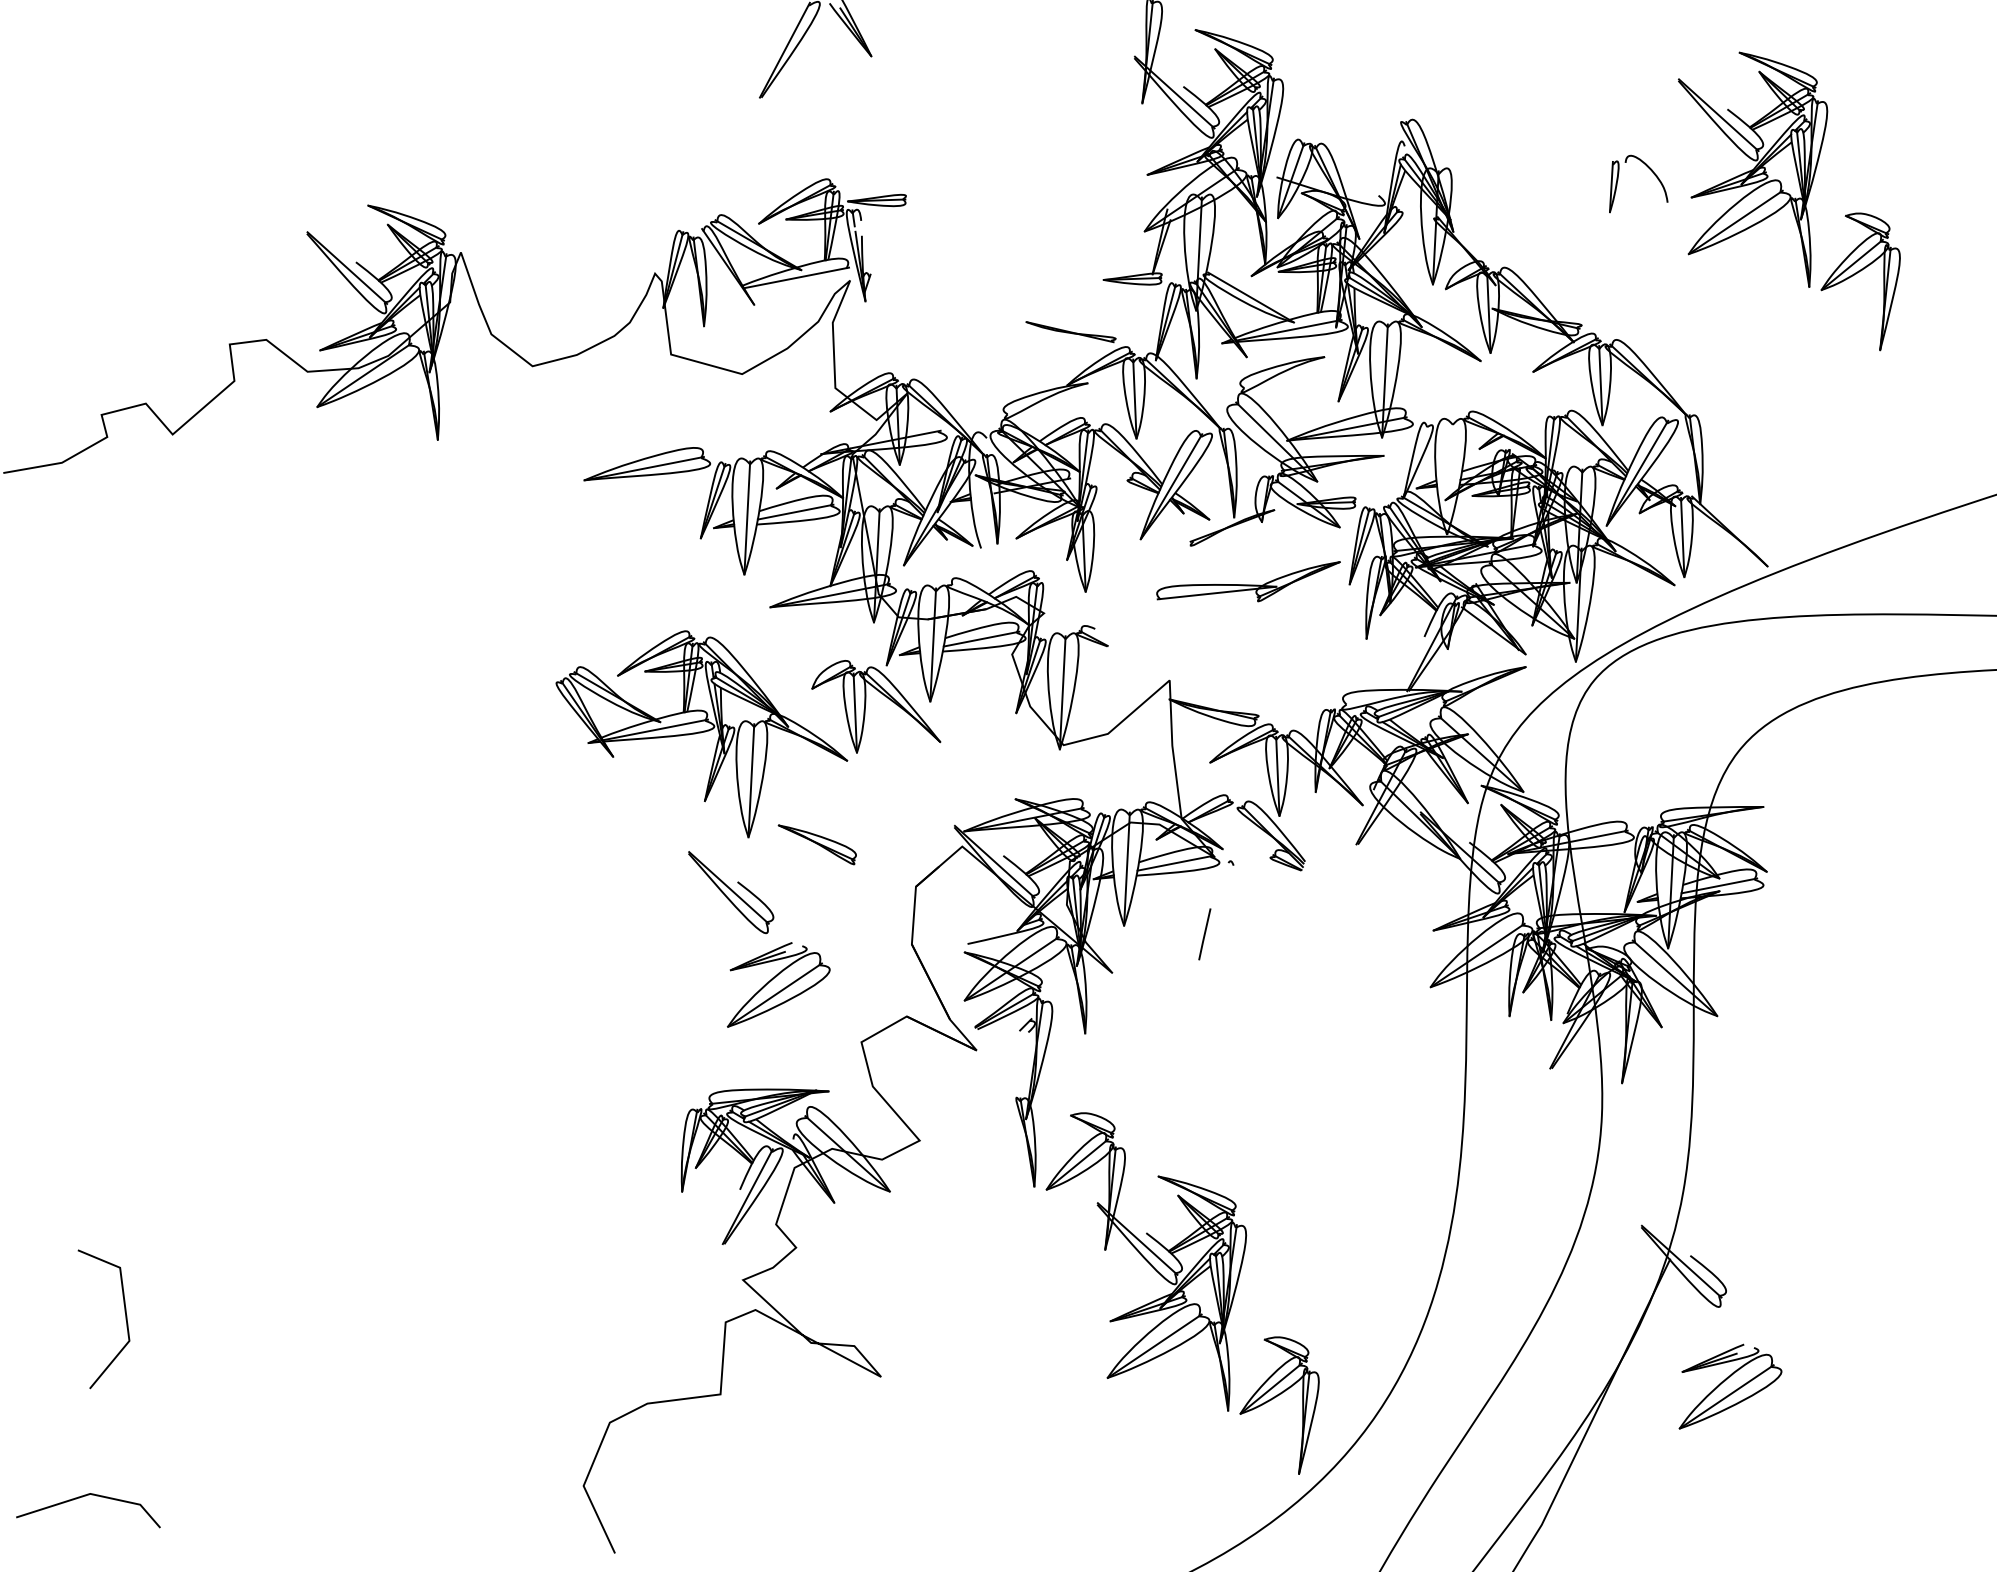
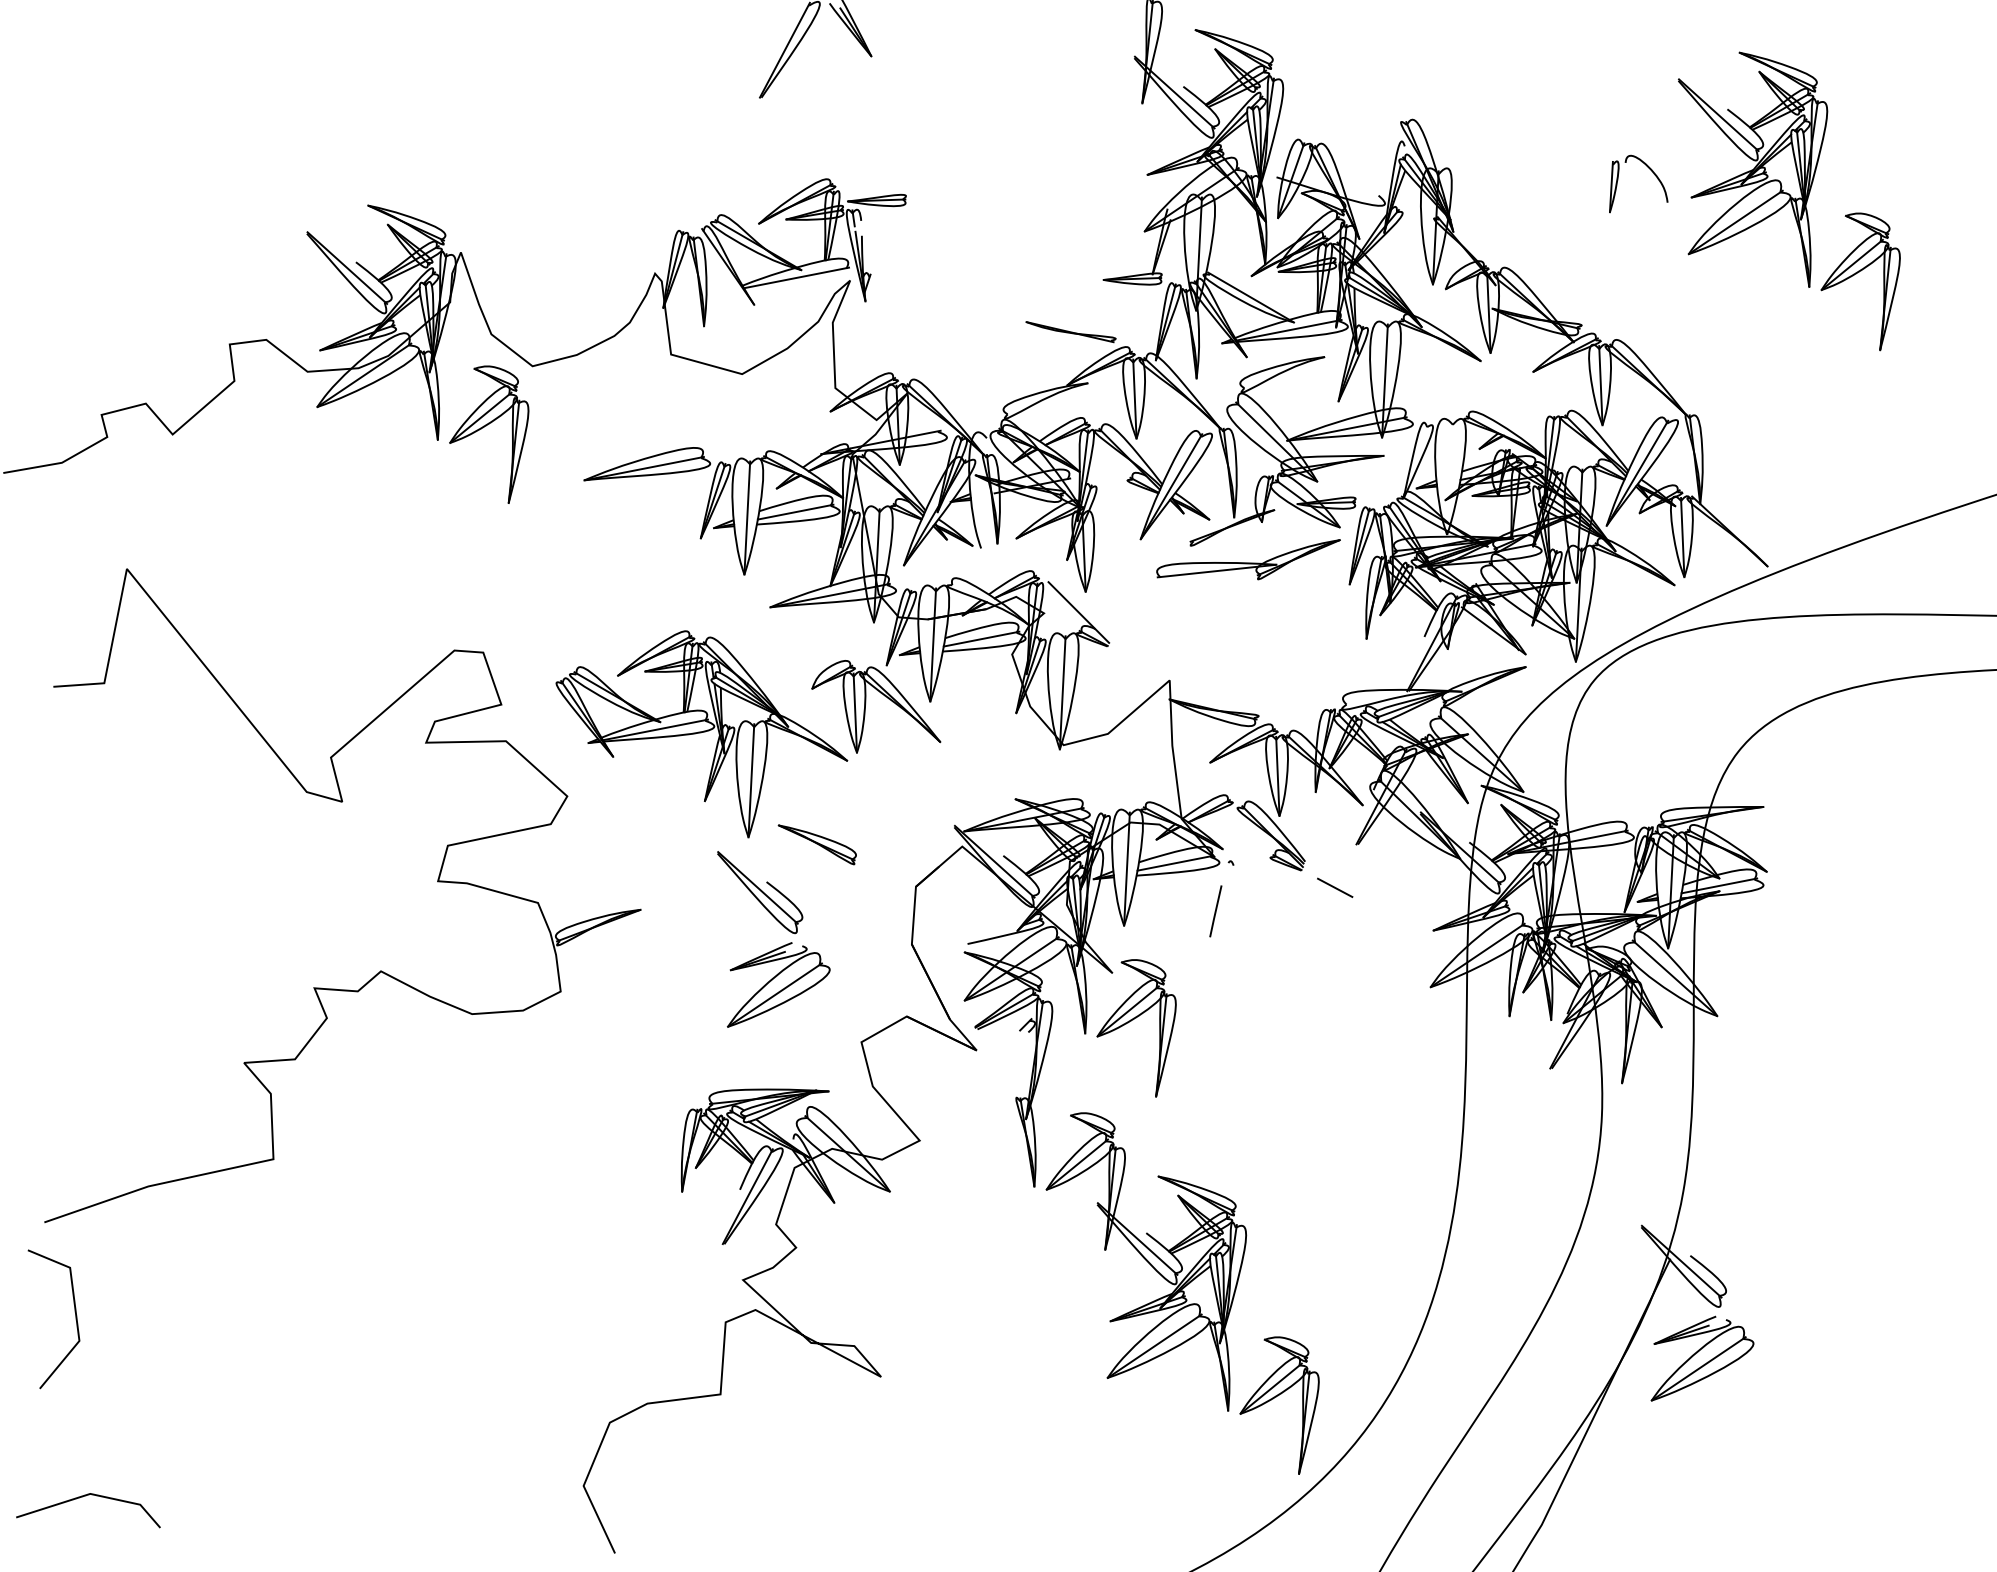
part at (483, 428): none -> present
part at (1248, 581) position: (1248, 581) -> (1248, 559)
line at (1078, 612): none -> present
line at (1335, 887): none -> present
part at (731, 892) position: (731, 892) -> (760, 892)
line at (1204, 934) position: (1204, 934) -> (1215, 911)
part at (380, 970): none -> present
part at (1133, 1020): none -> present
line at (125, 1319) position: (125, 1319) -> (75, 1319)
part at (1730, 1386) position: (1730, 1386) -> (1702, 1358)
